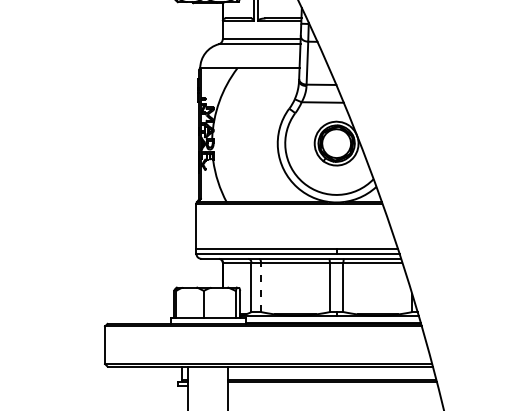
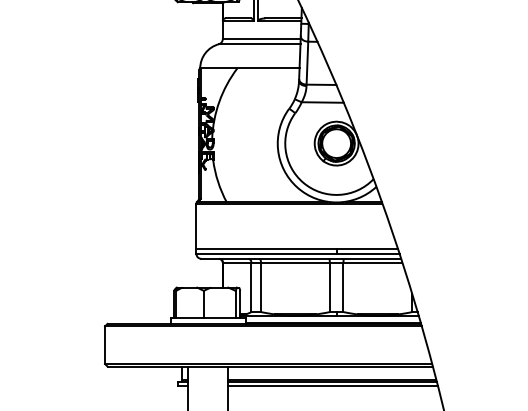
line at (261, 287): dashed -> solid
line at (332, 385): none -> present
